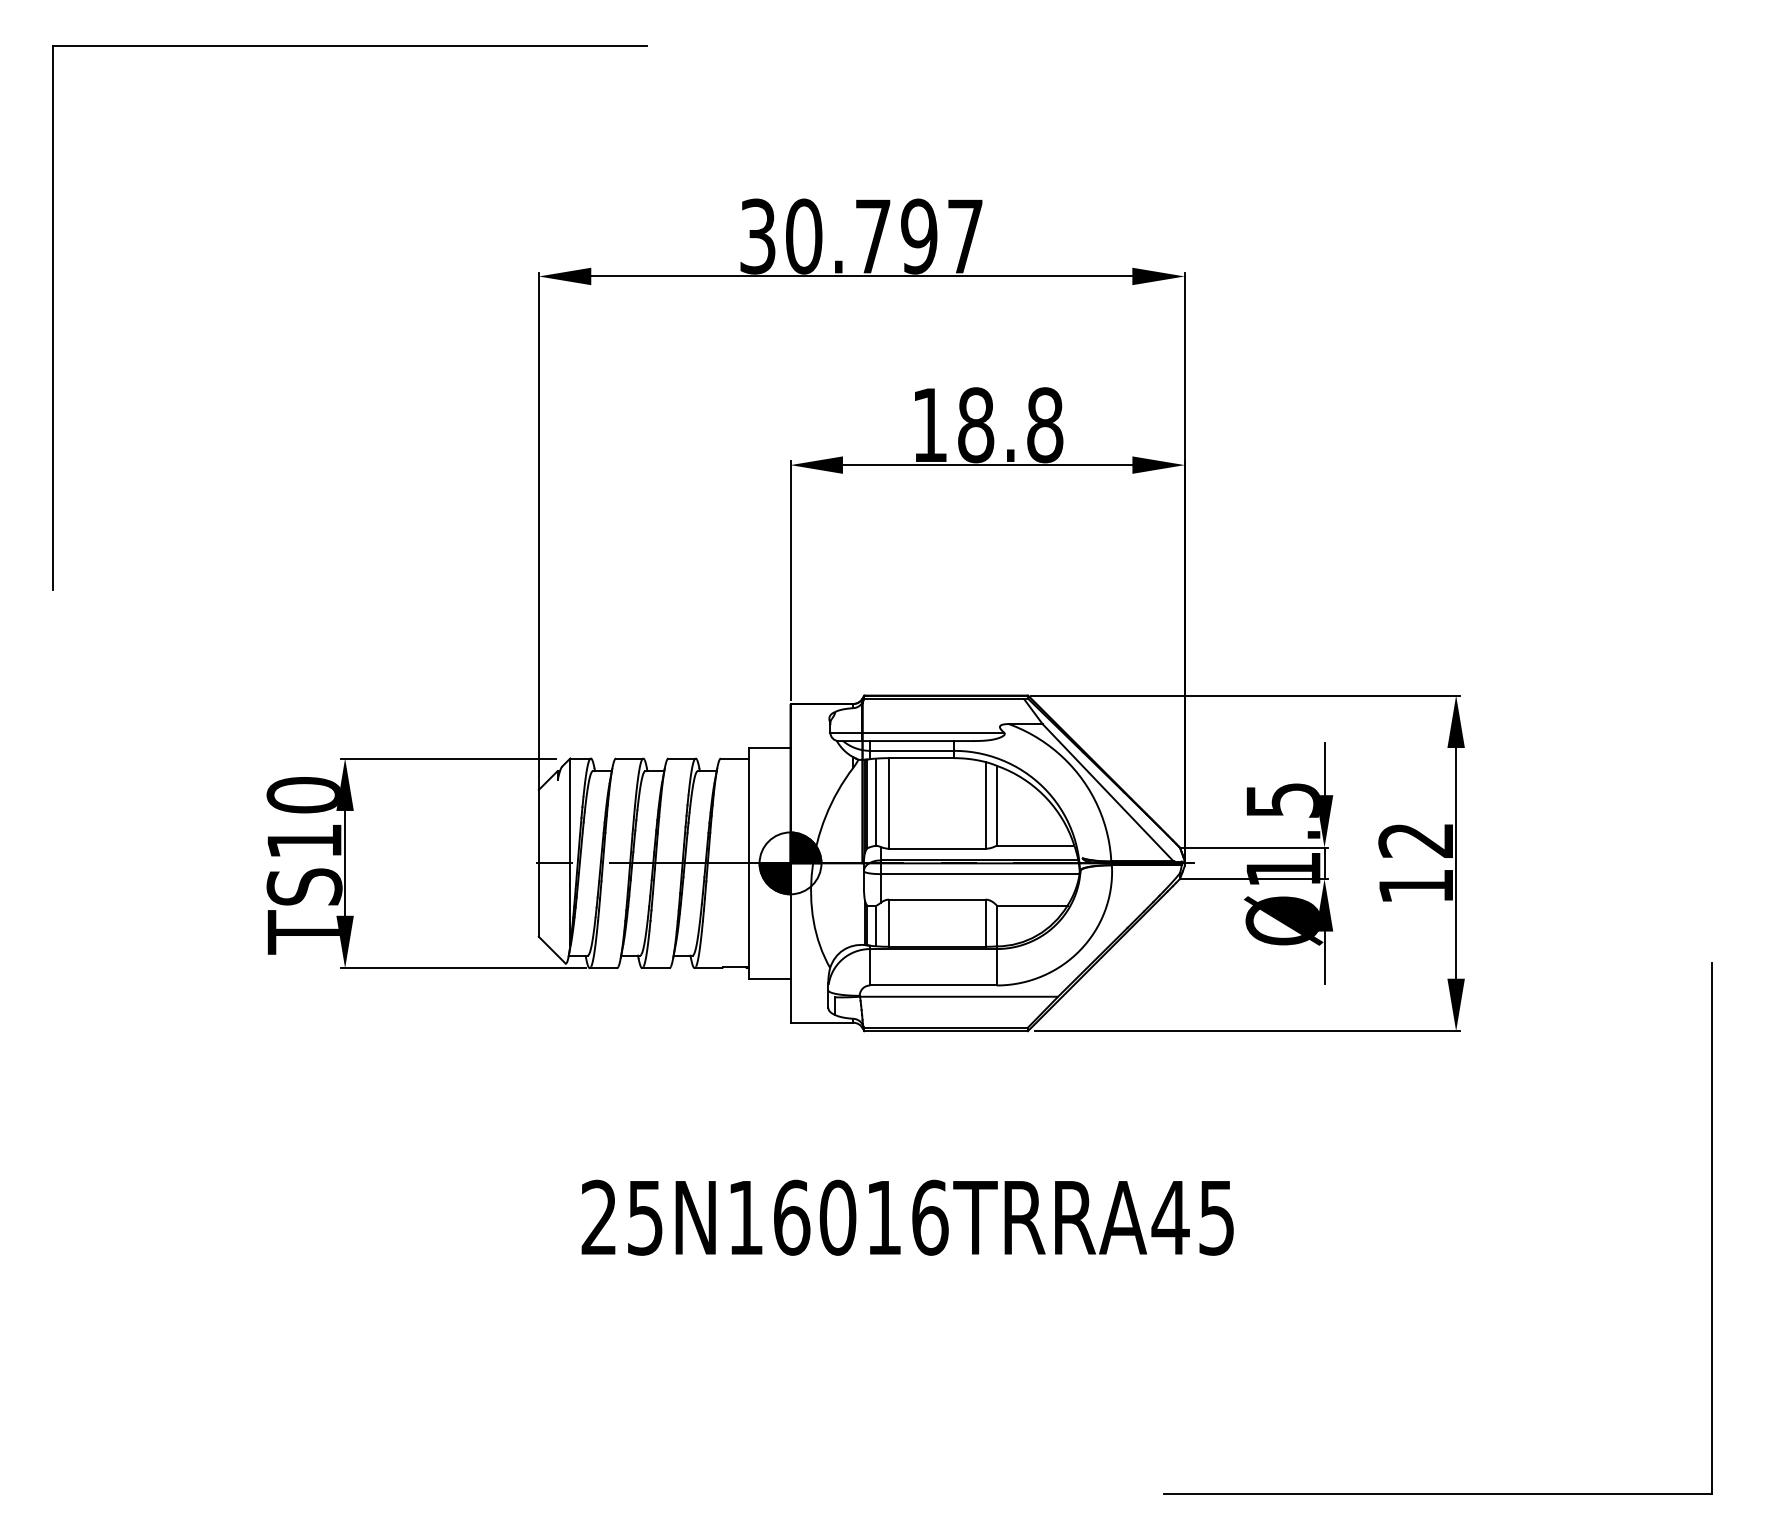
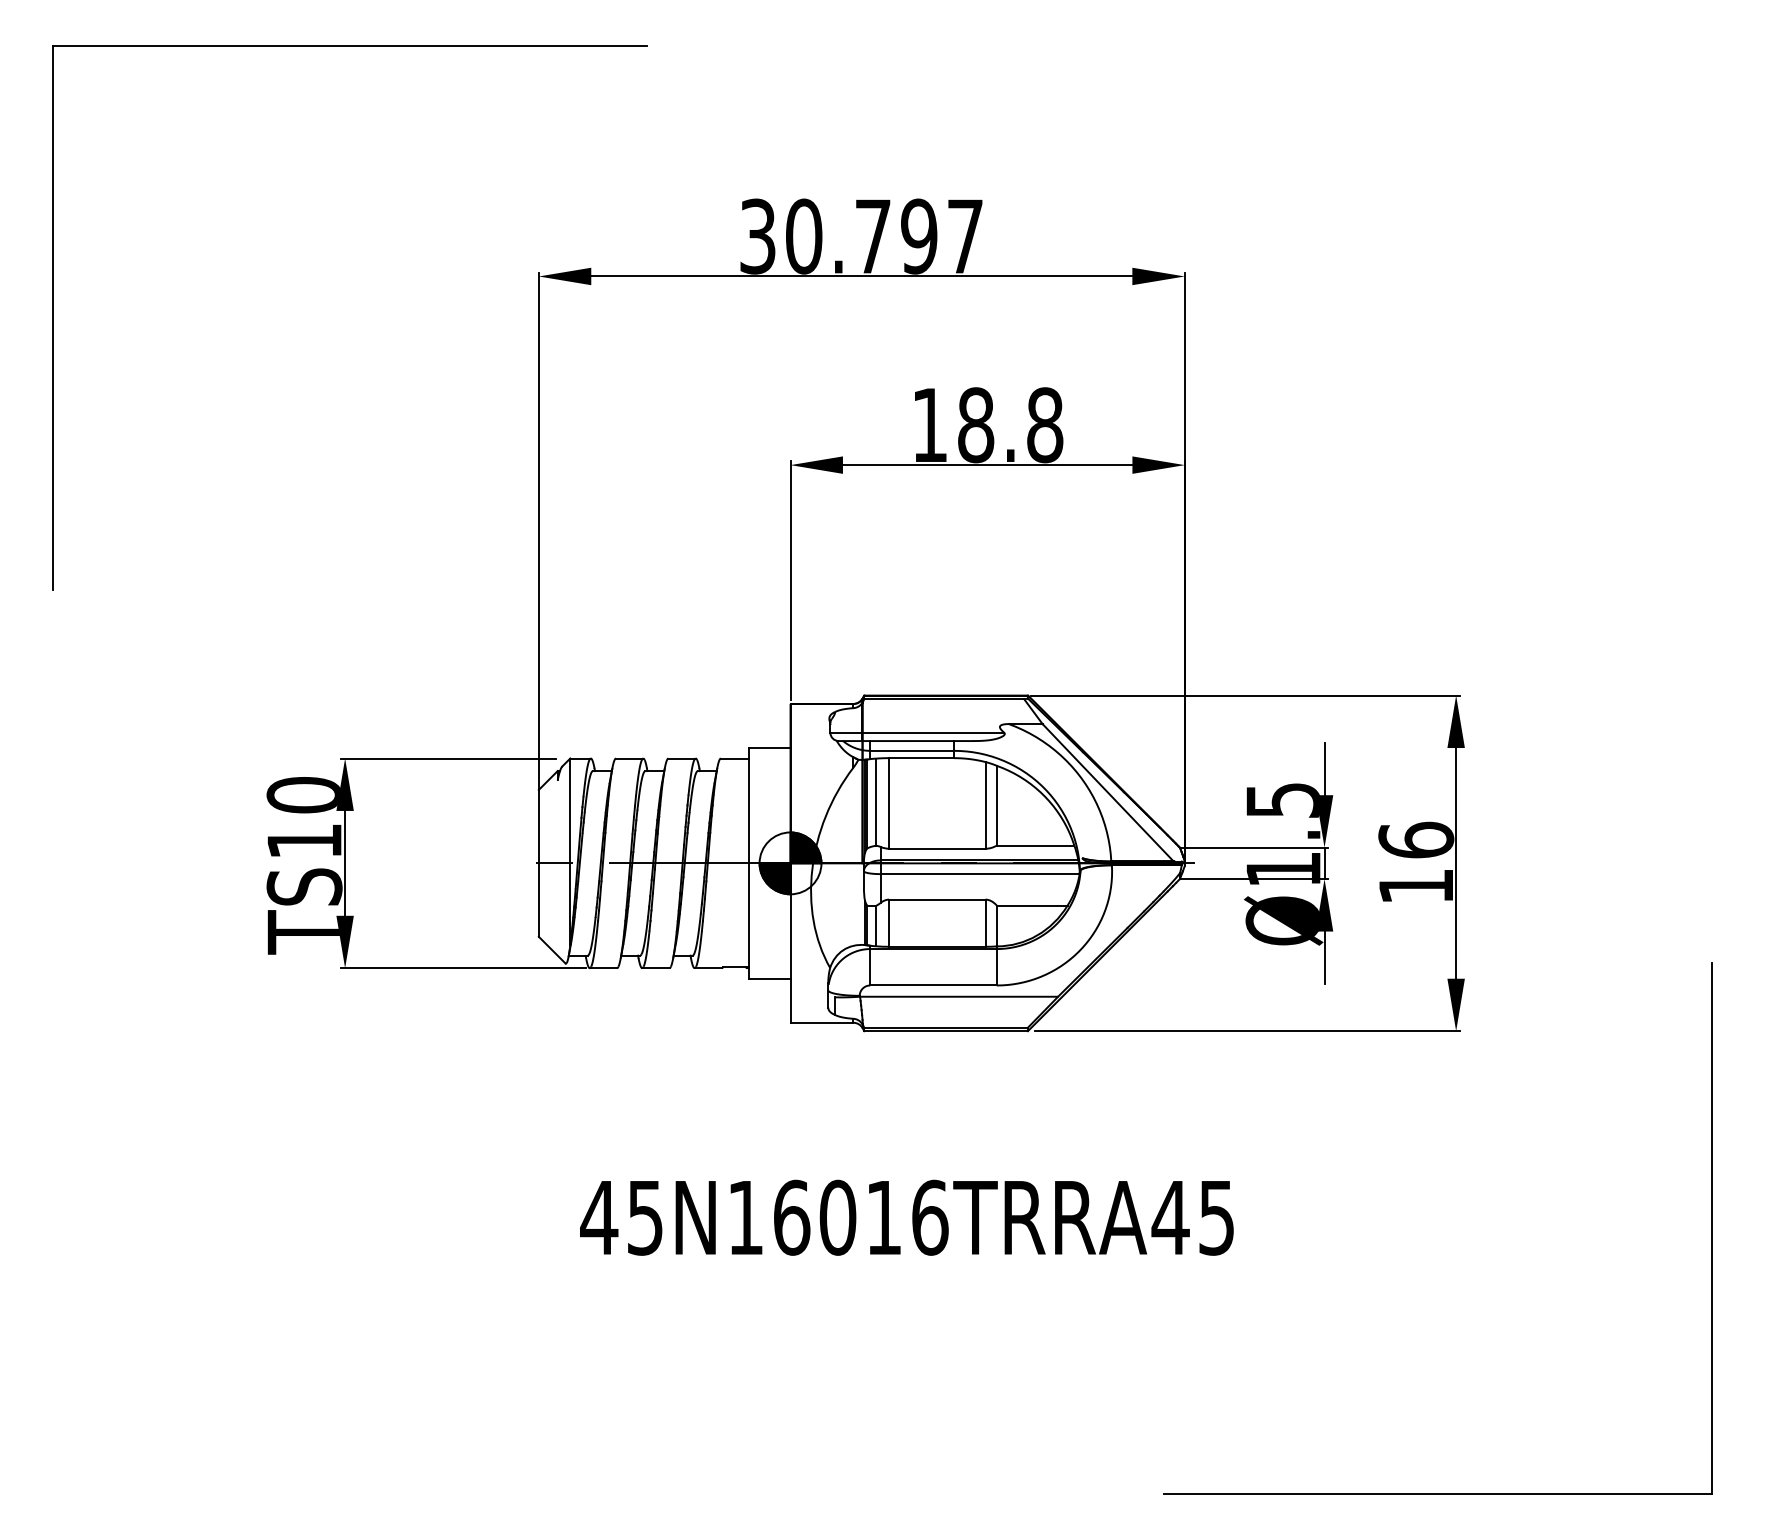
text at (1416, 839): 12 -> 16
text at (599, 1216): 25N16016TRRA45 -> 45N16016TRRA45
